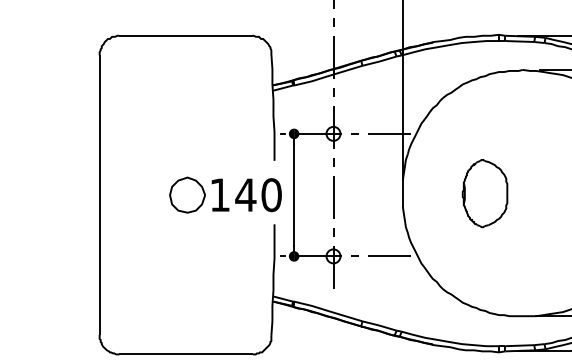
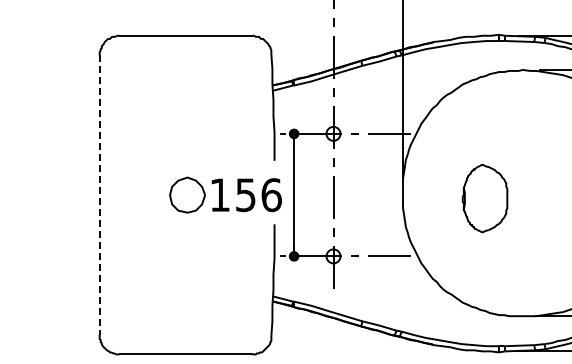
part at (484, 193) position: (484, 193) -> (484, 198)
line at (99, 195): solid -> dashed
text at (258, 195): 140 -> 156
